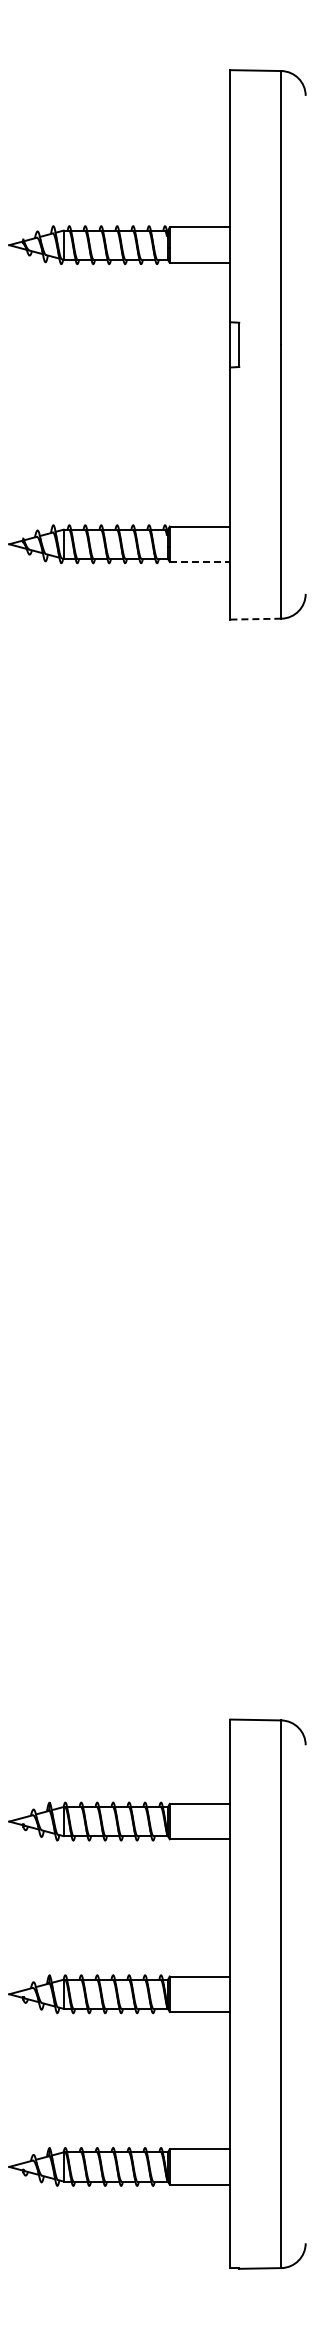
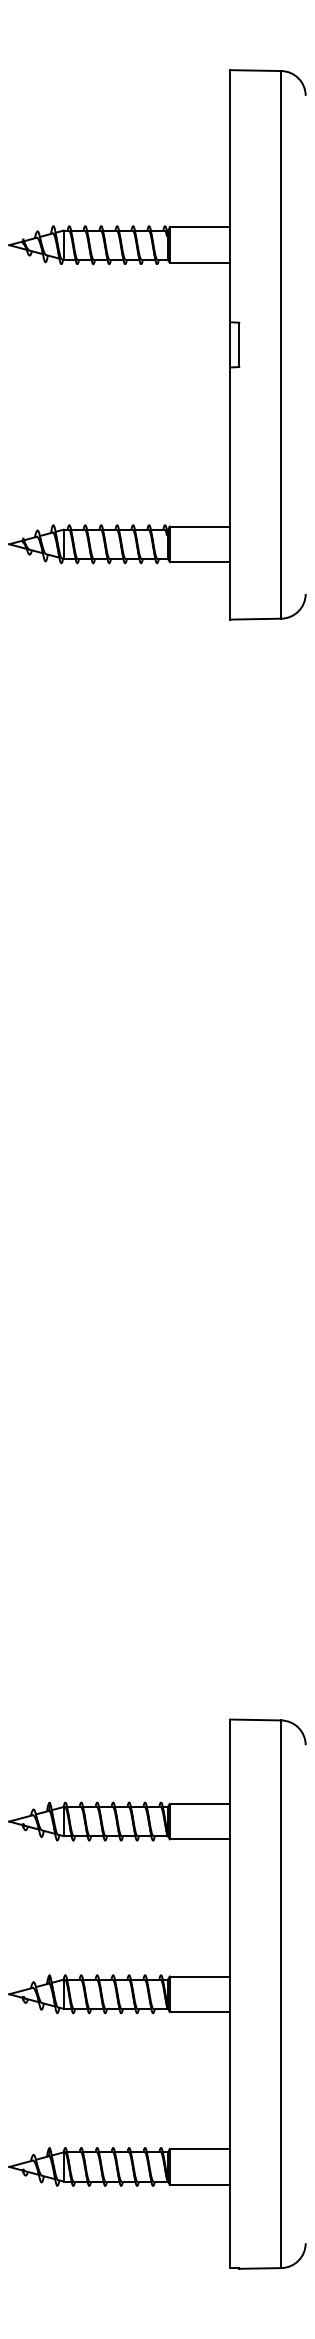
line at (200, 561): dashed -> solid
line at (256, 619): dashed -> solid
